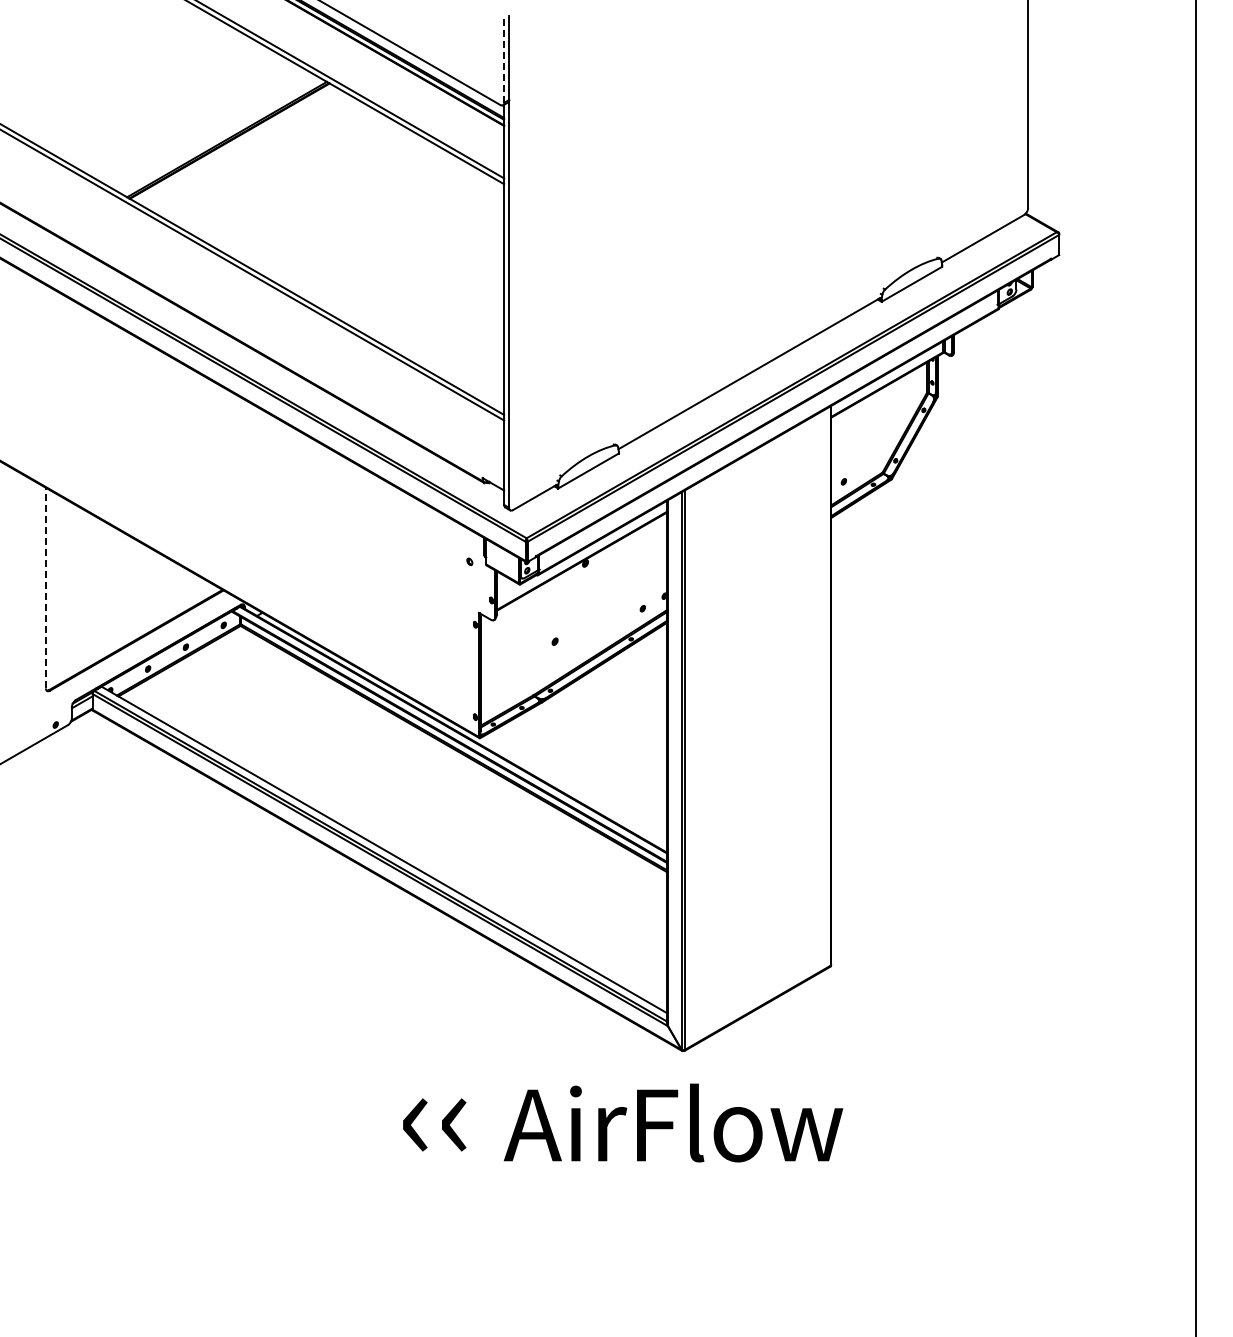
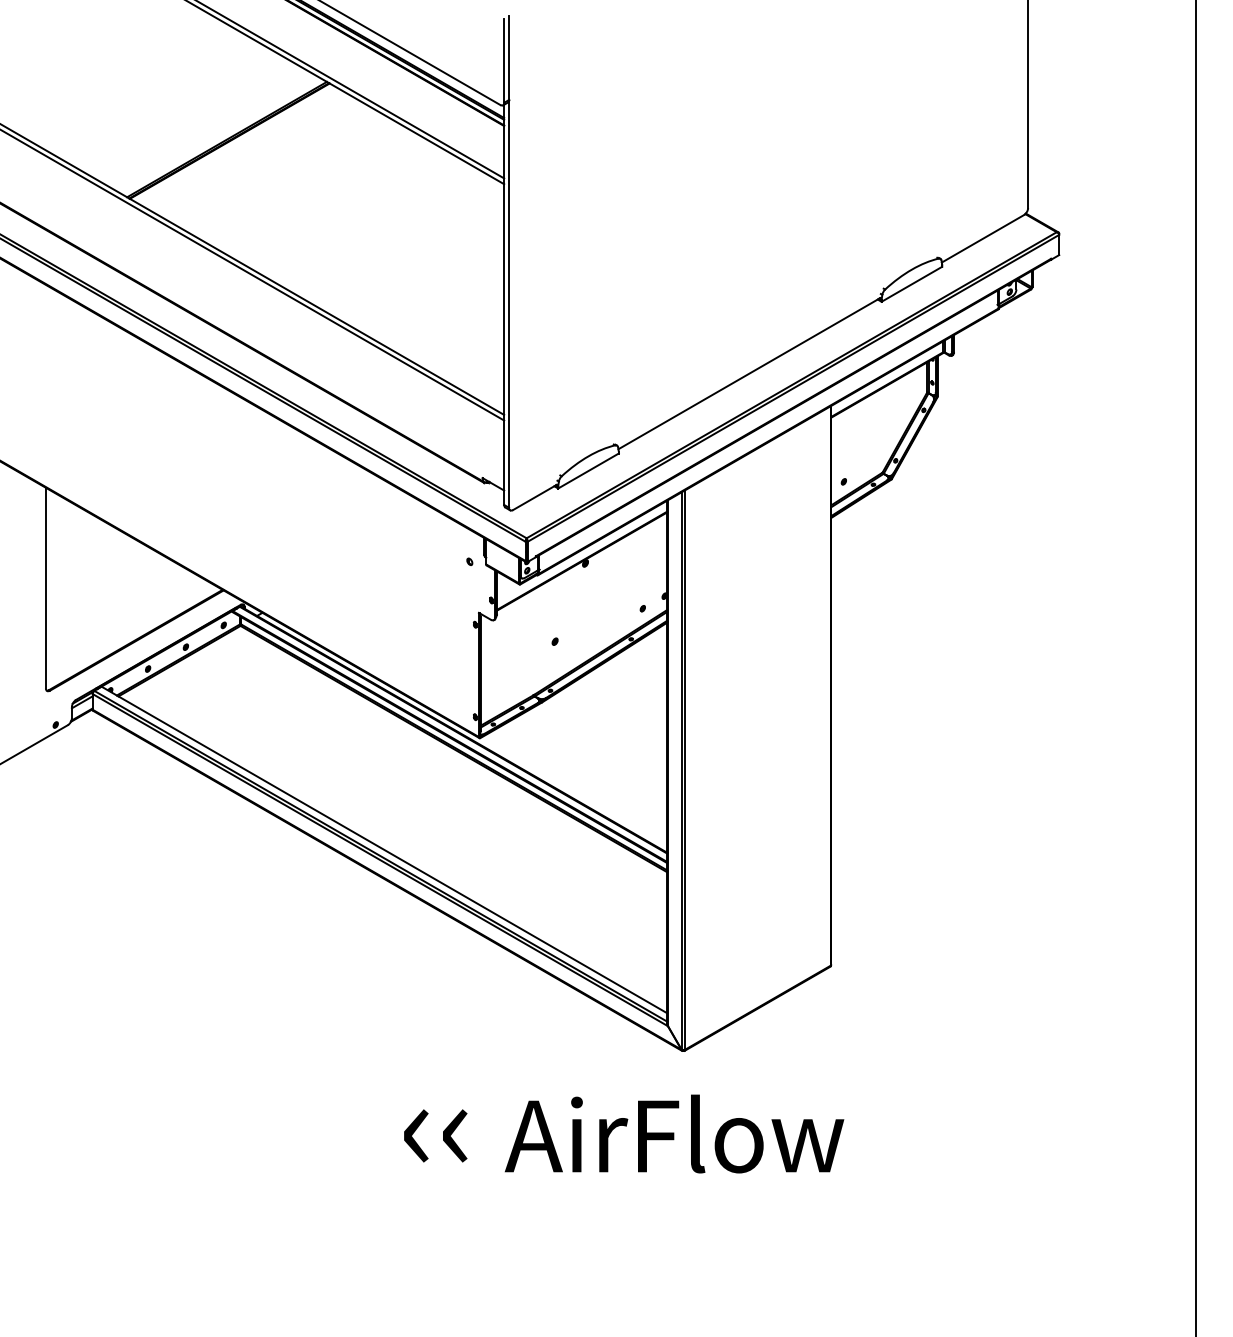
line at (504, 60): dashed -> solid
line at (45, 587): dashed -> solid
text at (623, 1122) position: (623, 1122) -> (624, 1133)
